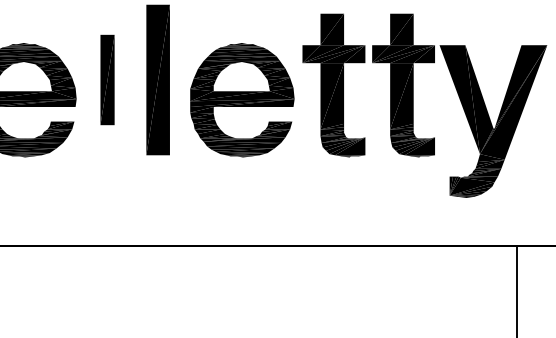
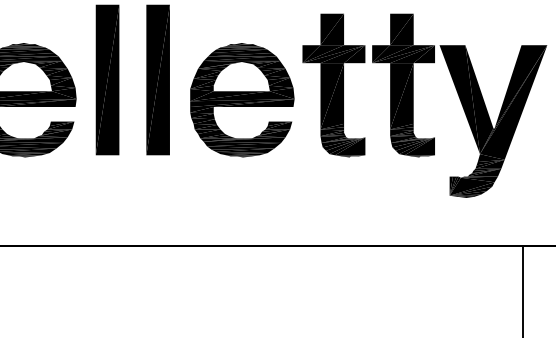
part at (107, 79) size: 15x92 px -> 25x152 px
line at (517, 289) position: (517, 289) -> (523, 289)
